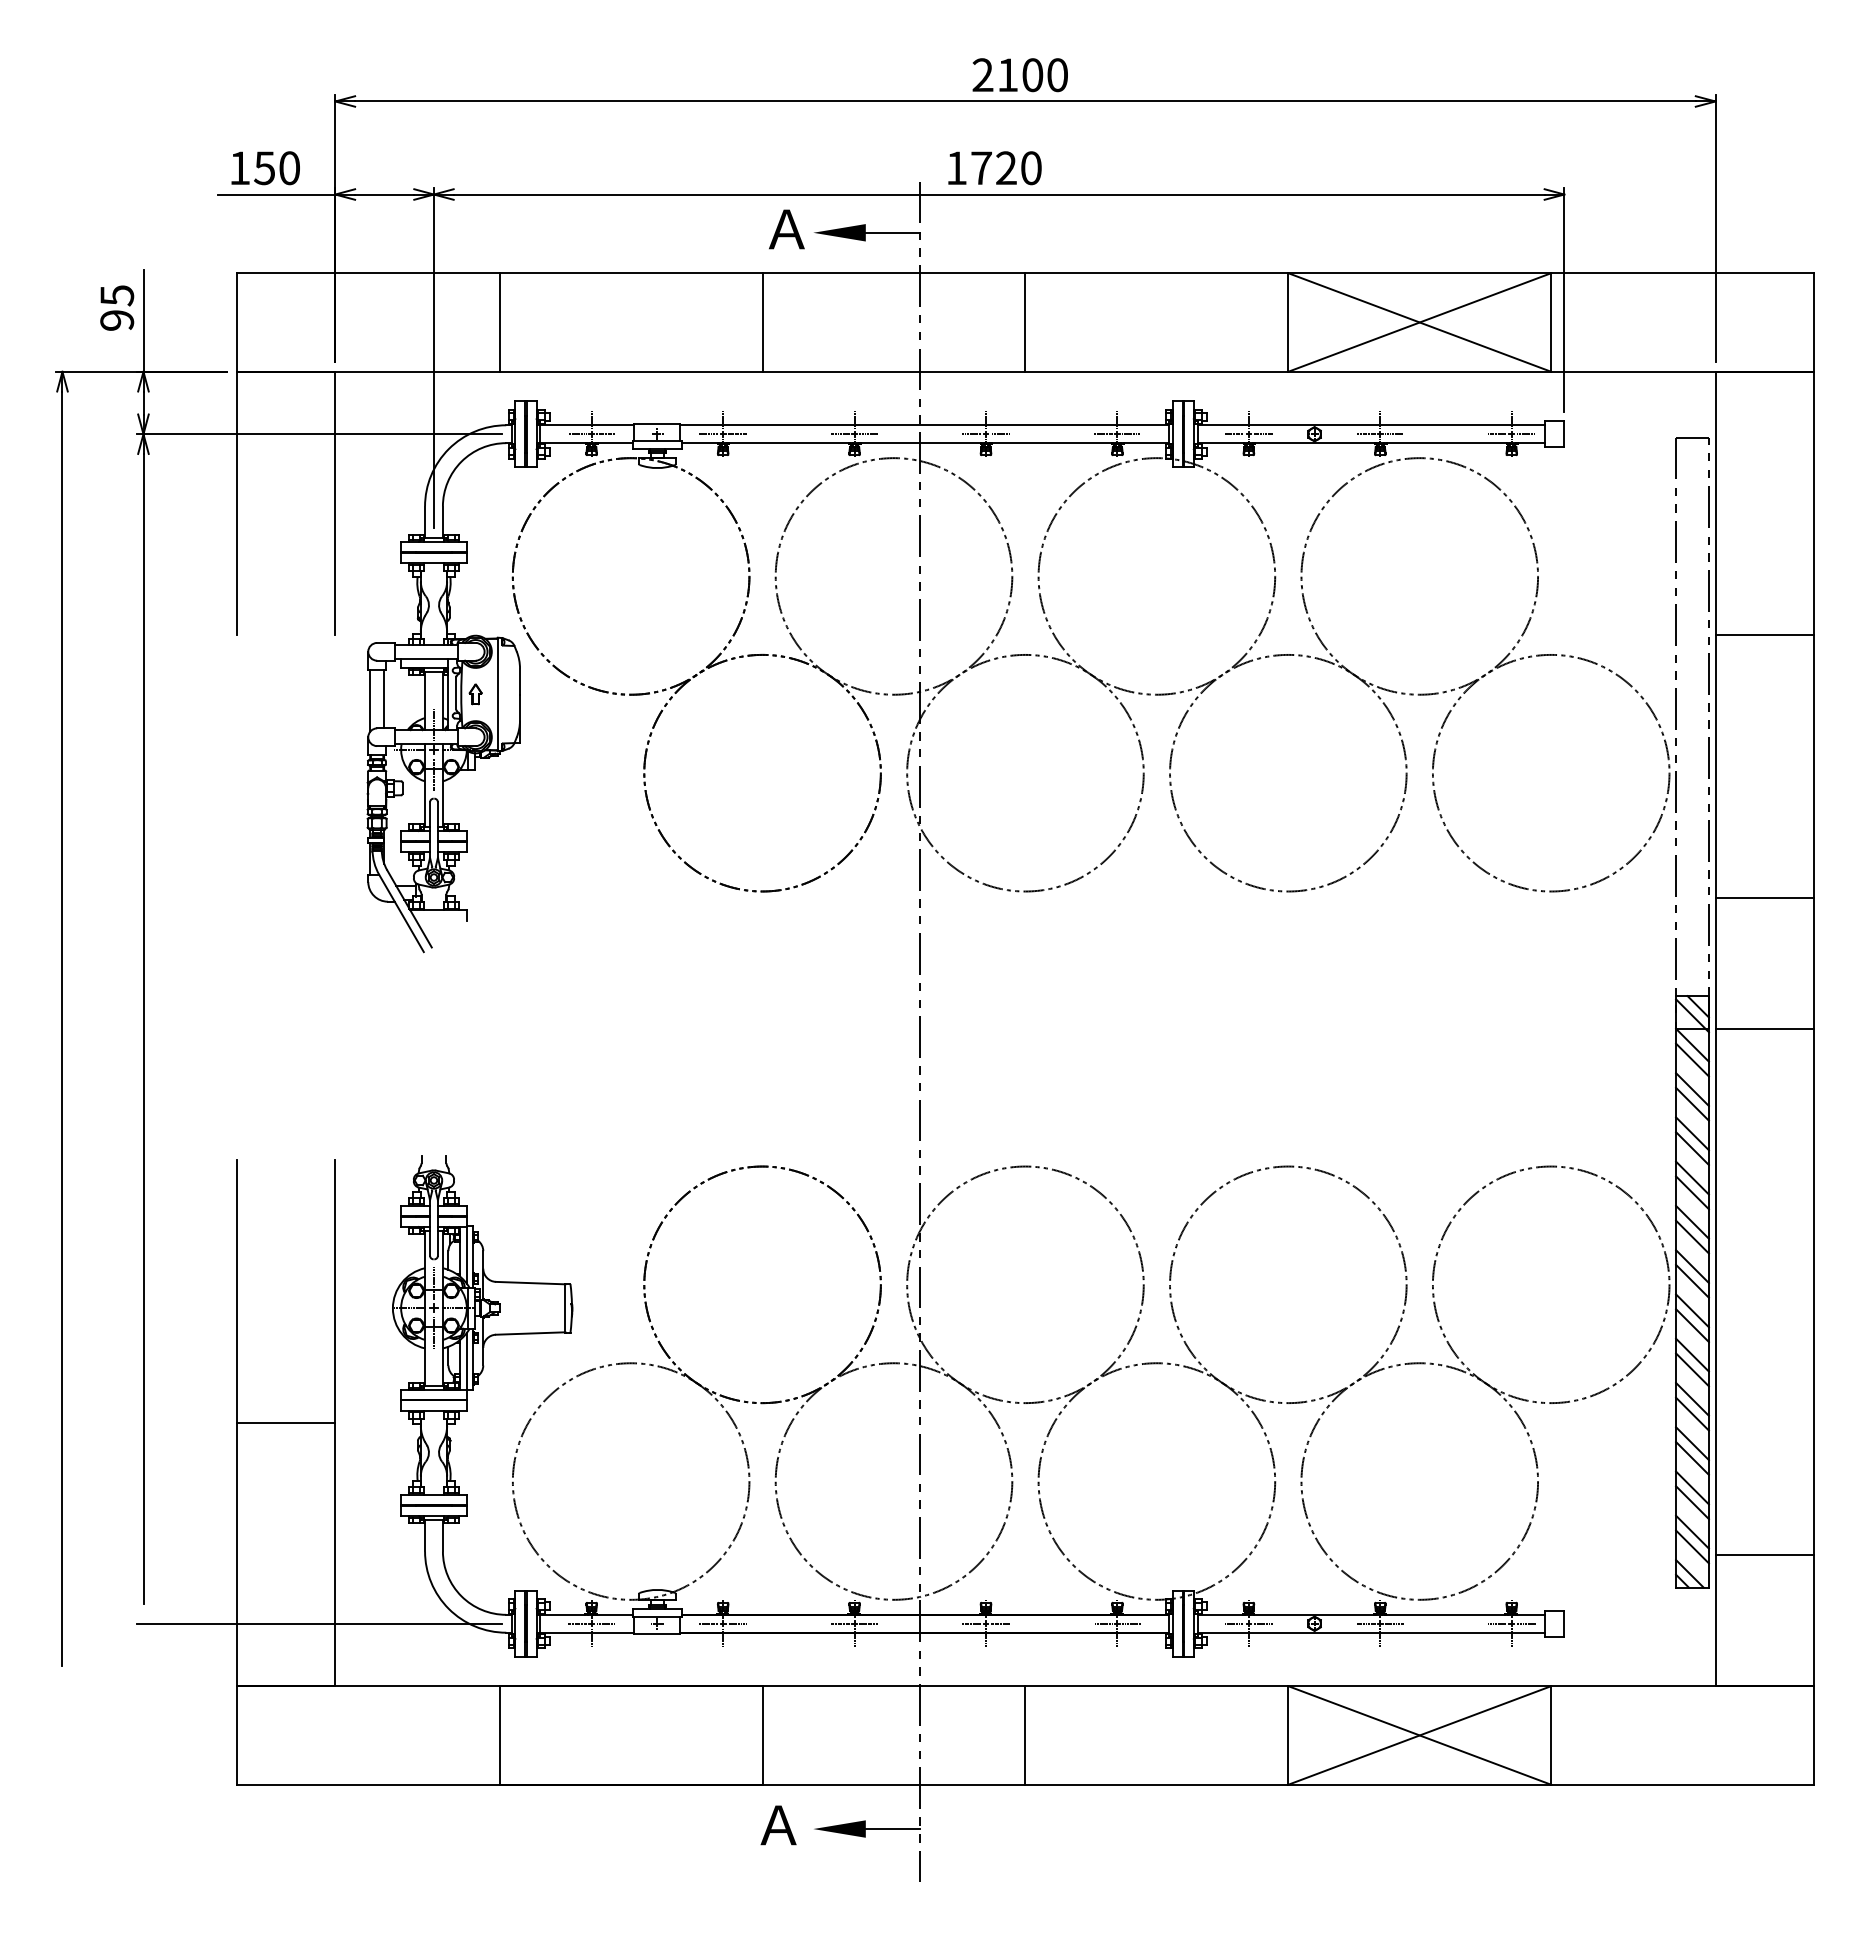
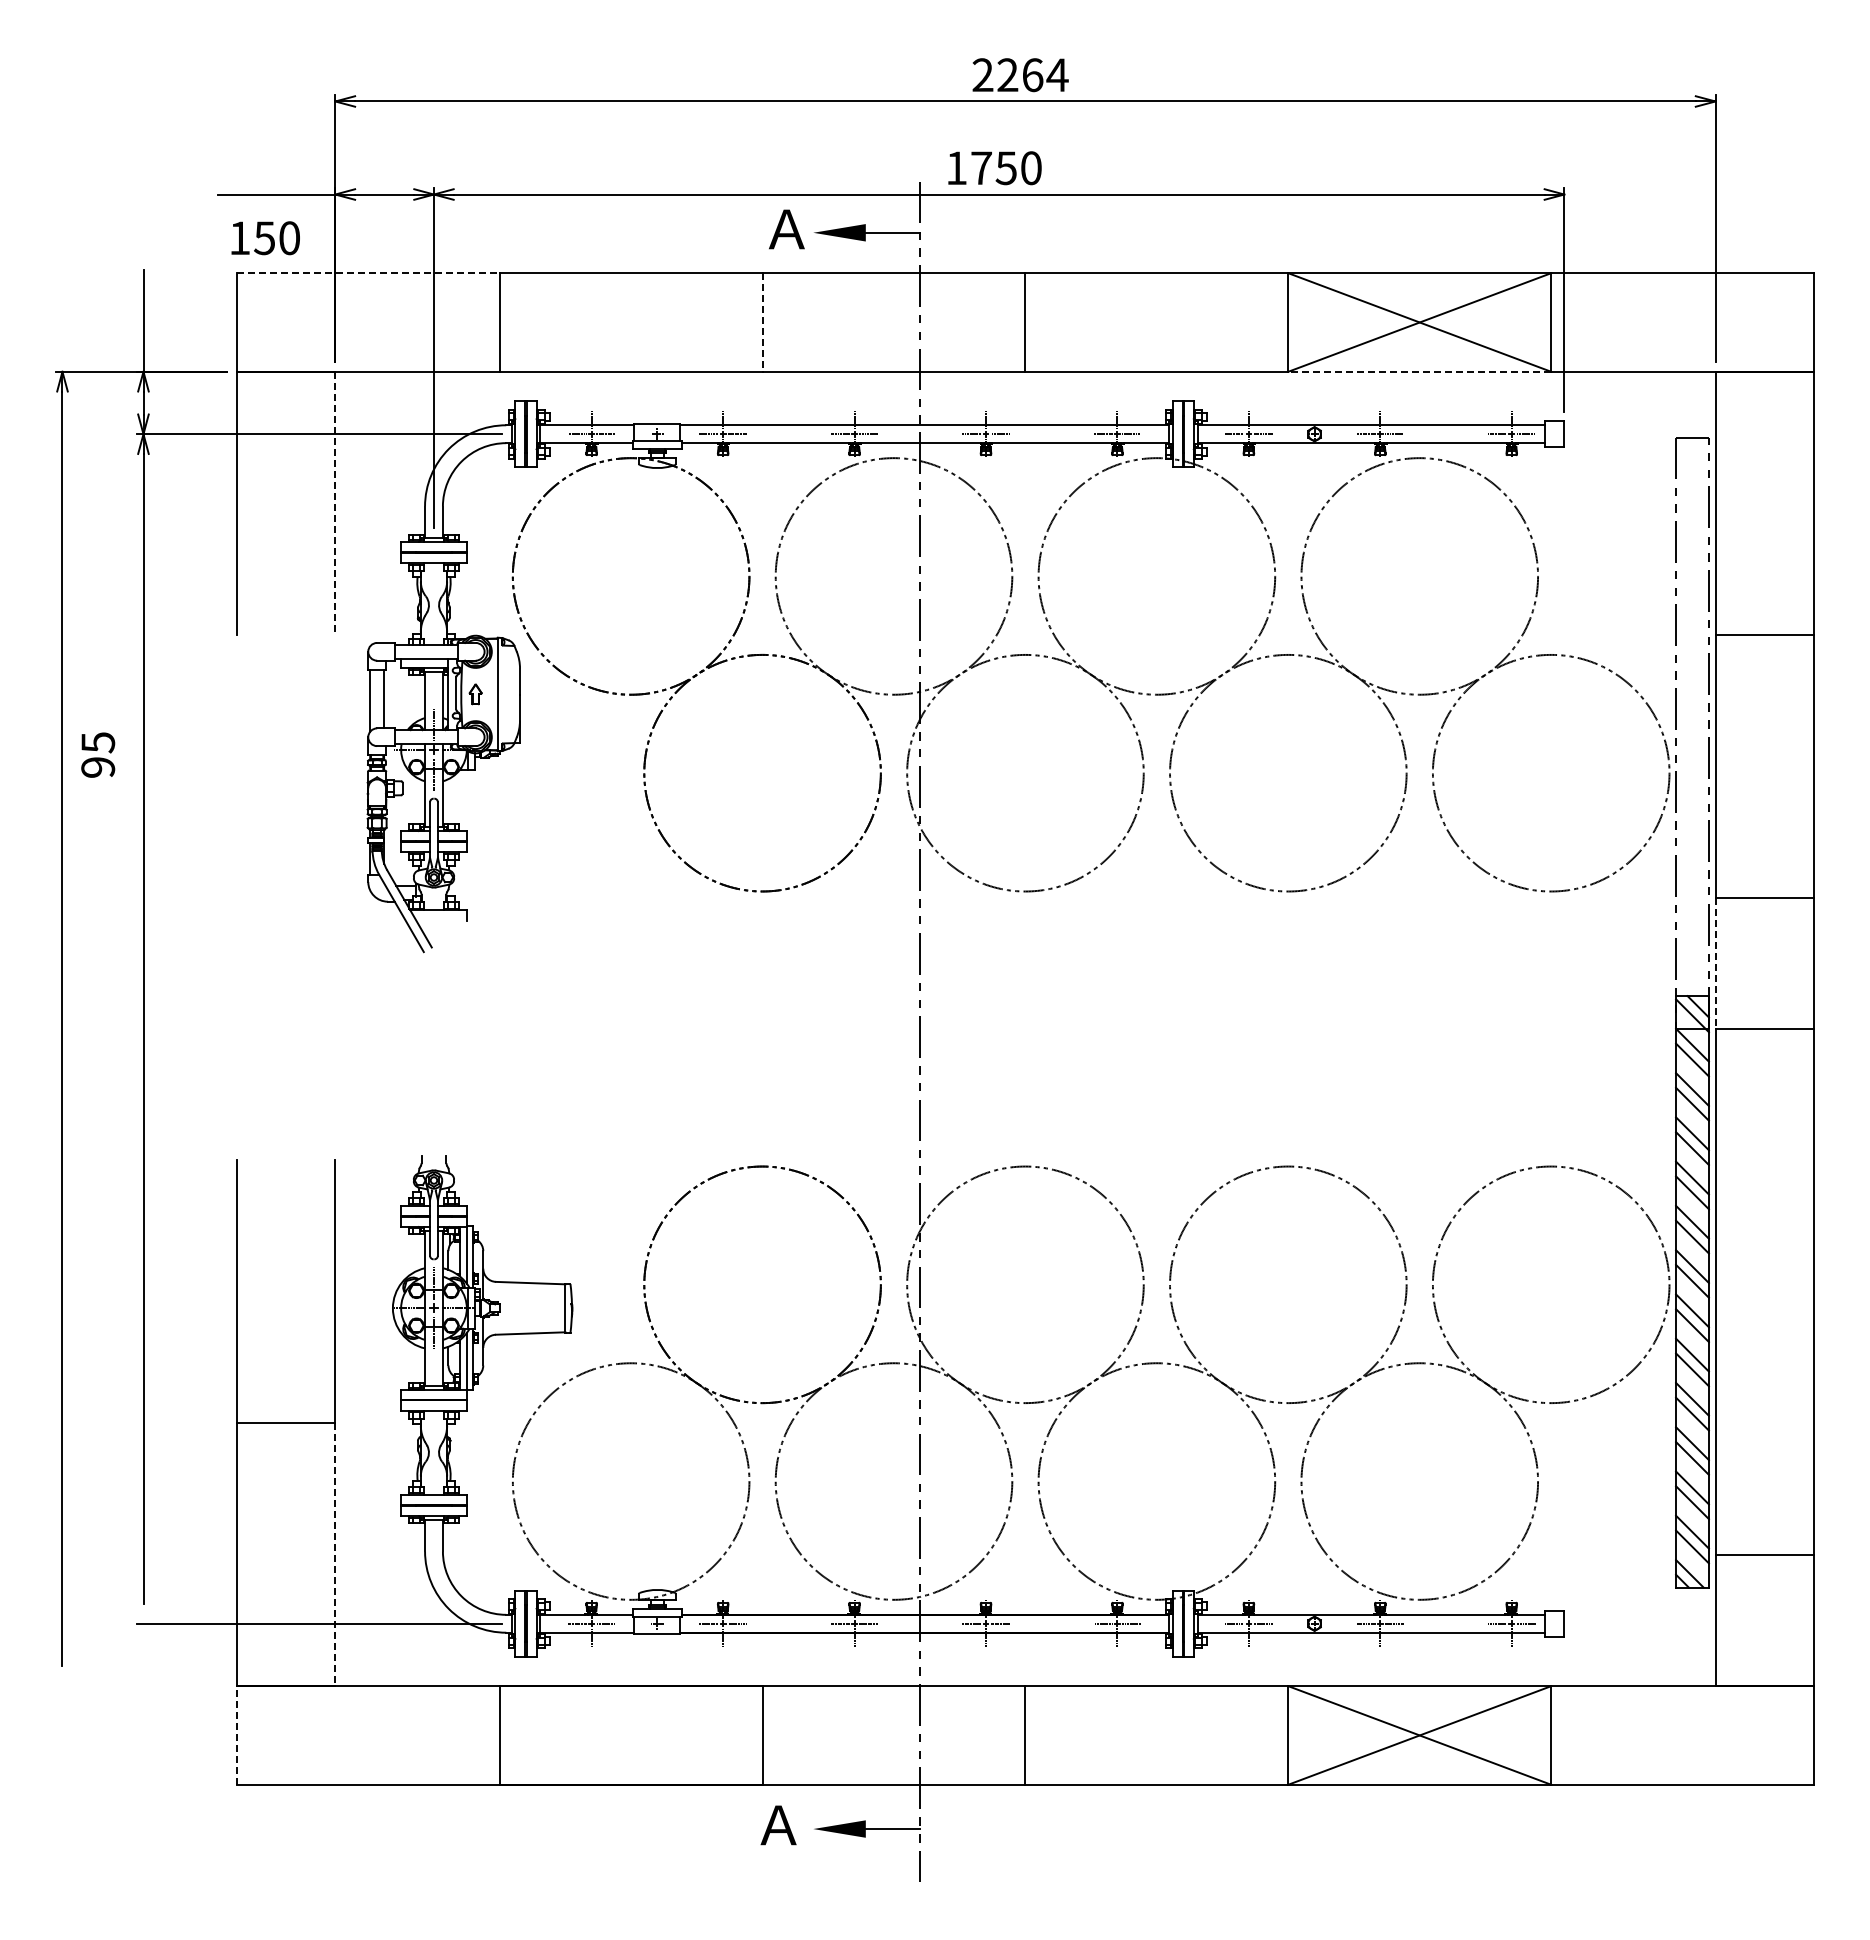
text at (1032, 75): 2100 -> 2264
text at (265, 168) position: (265, 168) -> (265, 238)
text at (1005, 168): 1720 -> 1750
line at (368, 273): solid -> dashed
text at (117, 307) position: (117, 307) -> (98, 754)
line at (762, 323): solid -> dashed
line at (1419, 371): solid -> dashed
line at (335, 503): solid -> dashed
line at (1715, 963): solid -> dashed
line at (335, 1555): solid -> dashed
line at (236, 1735): solid -> dashed
